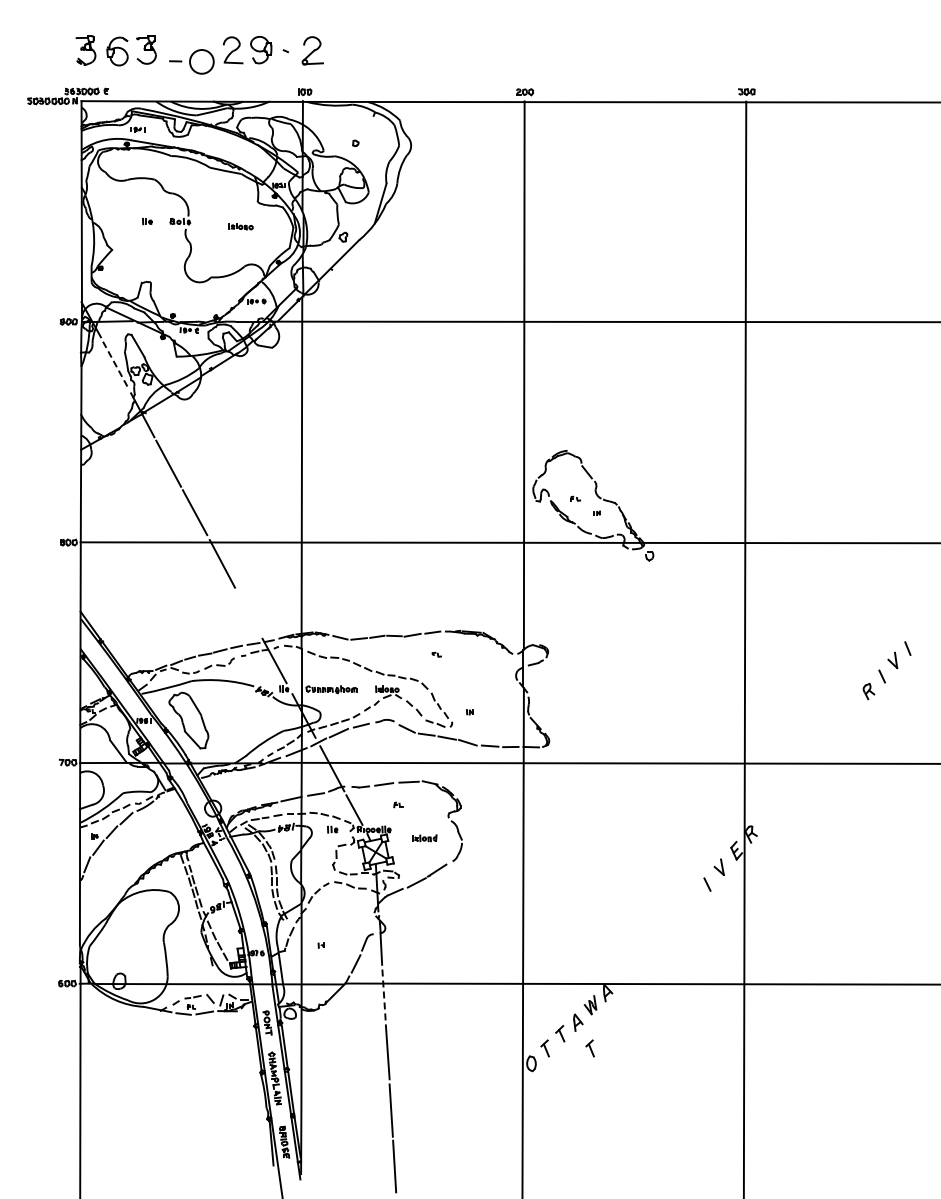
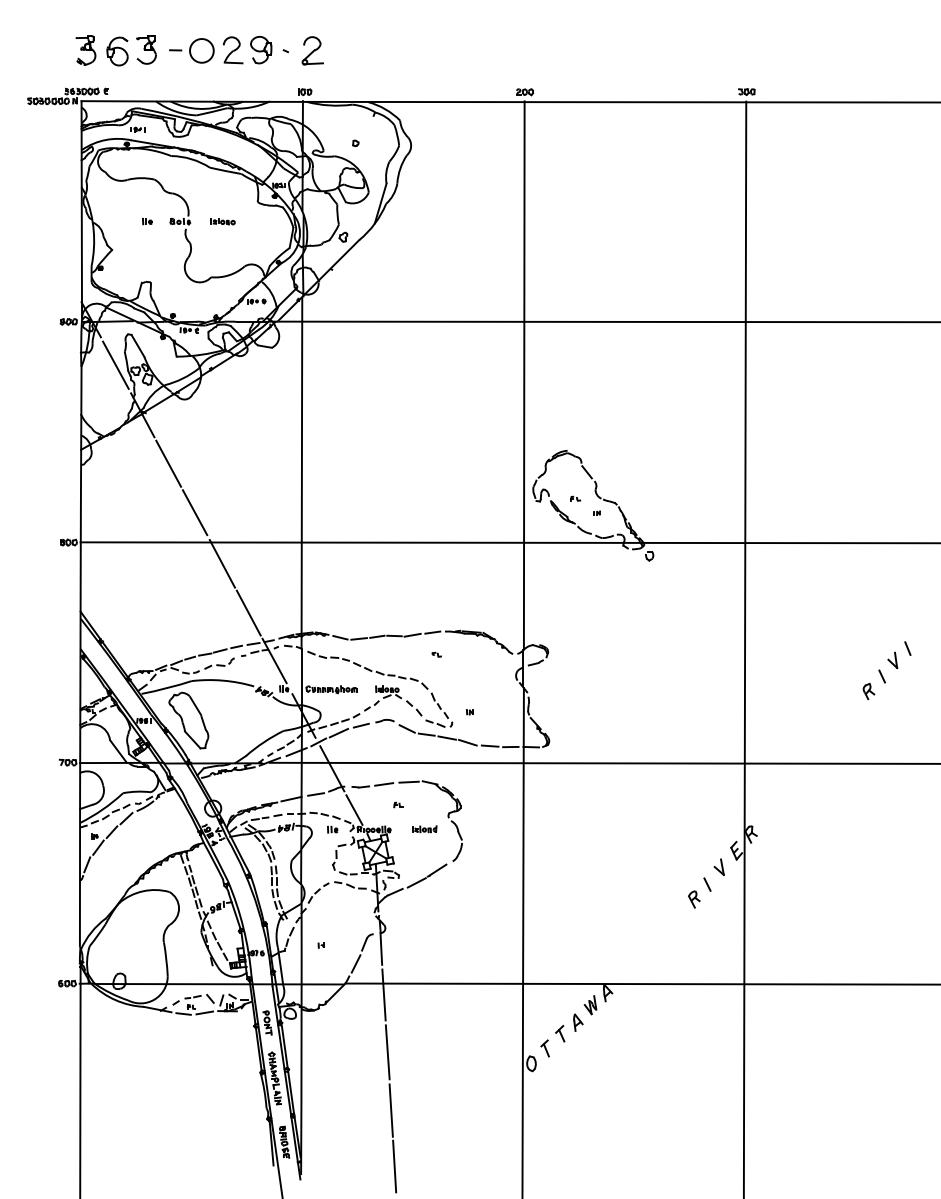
part at (191, 61) position: (191, 61) -> (191, 50)
part at (240, 226) position: (240, 226) -> (222, 221)
line at (115, 365): dashed -> solid
line at (248, 612): none -> present
part at (424, 838) position: (424, 838) -> (424, 829)
part at (694, 899): none -> present
line at (384, 994): dashed -> solid
part at (589, 1048): present -> none
